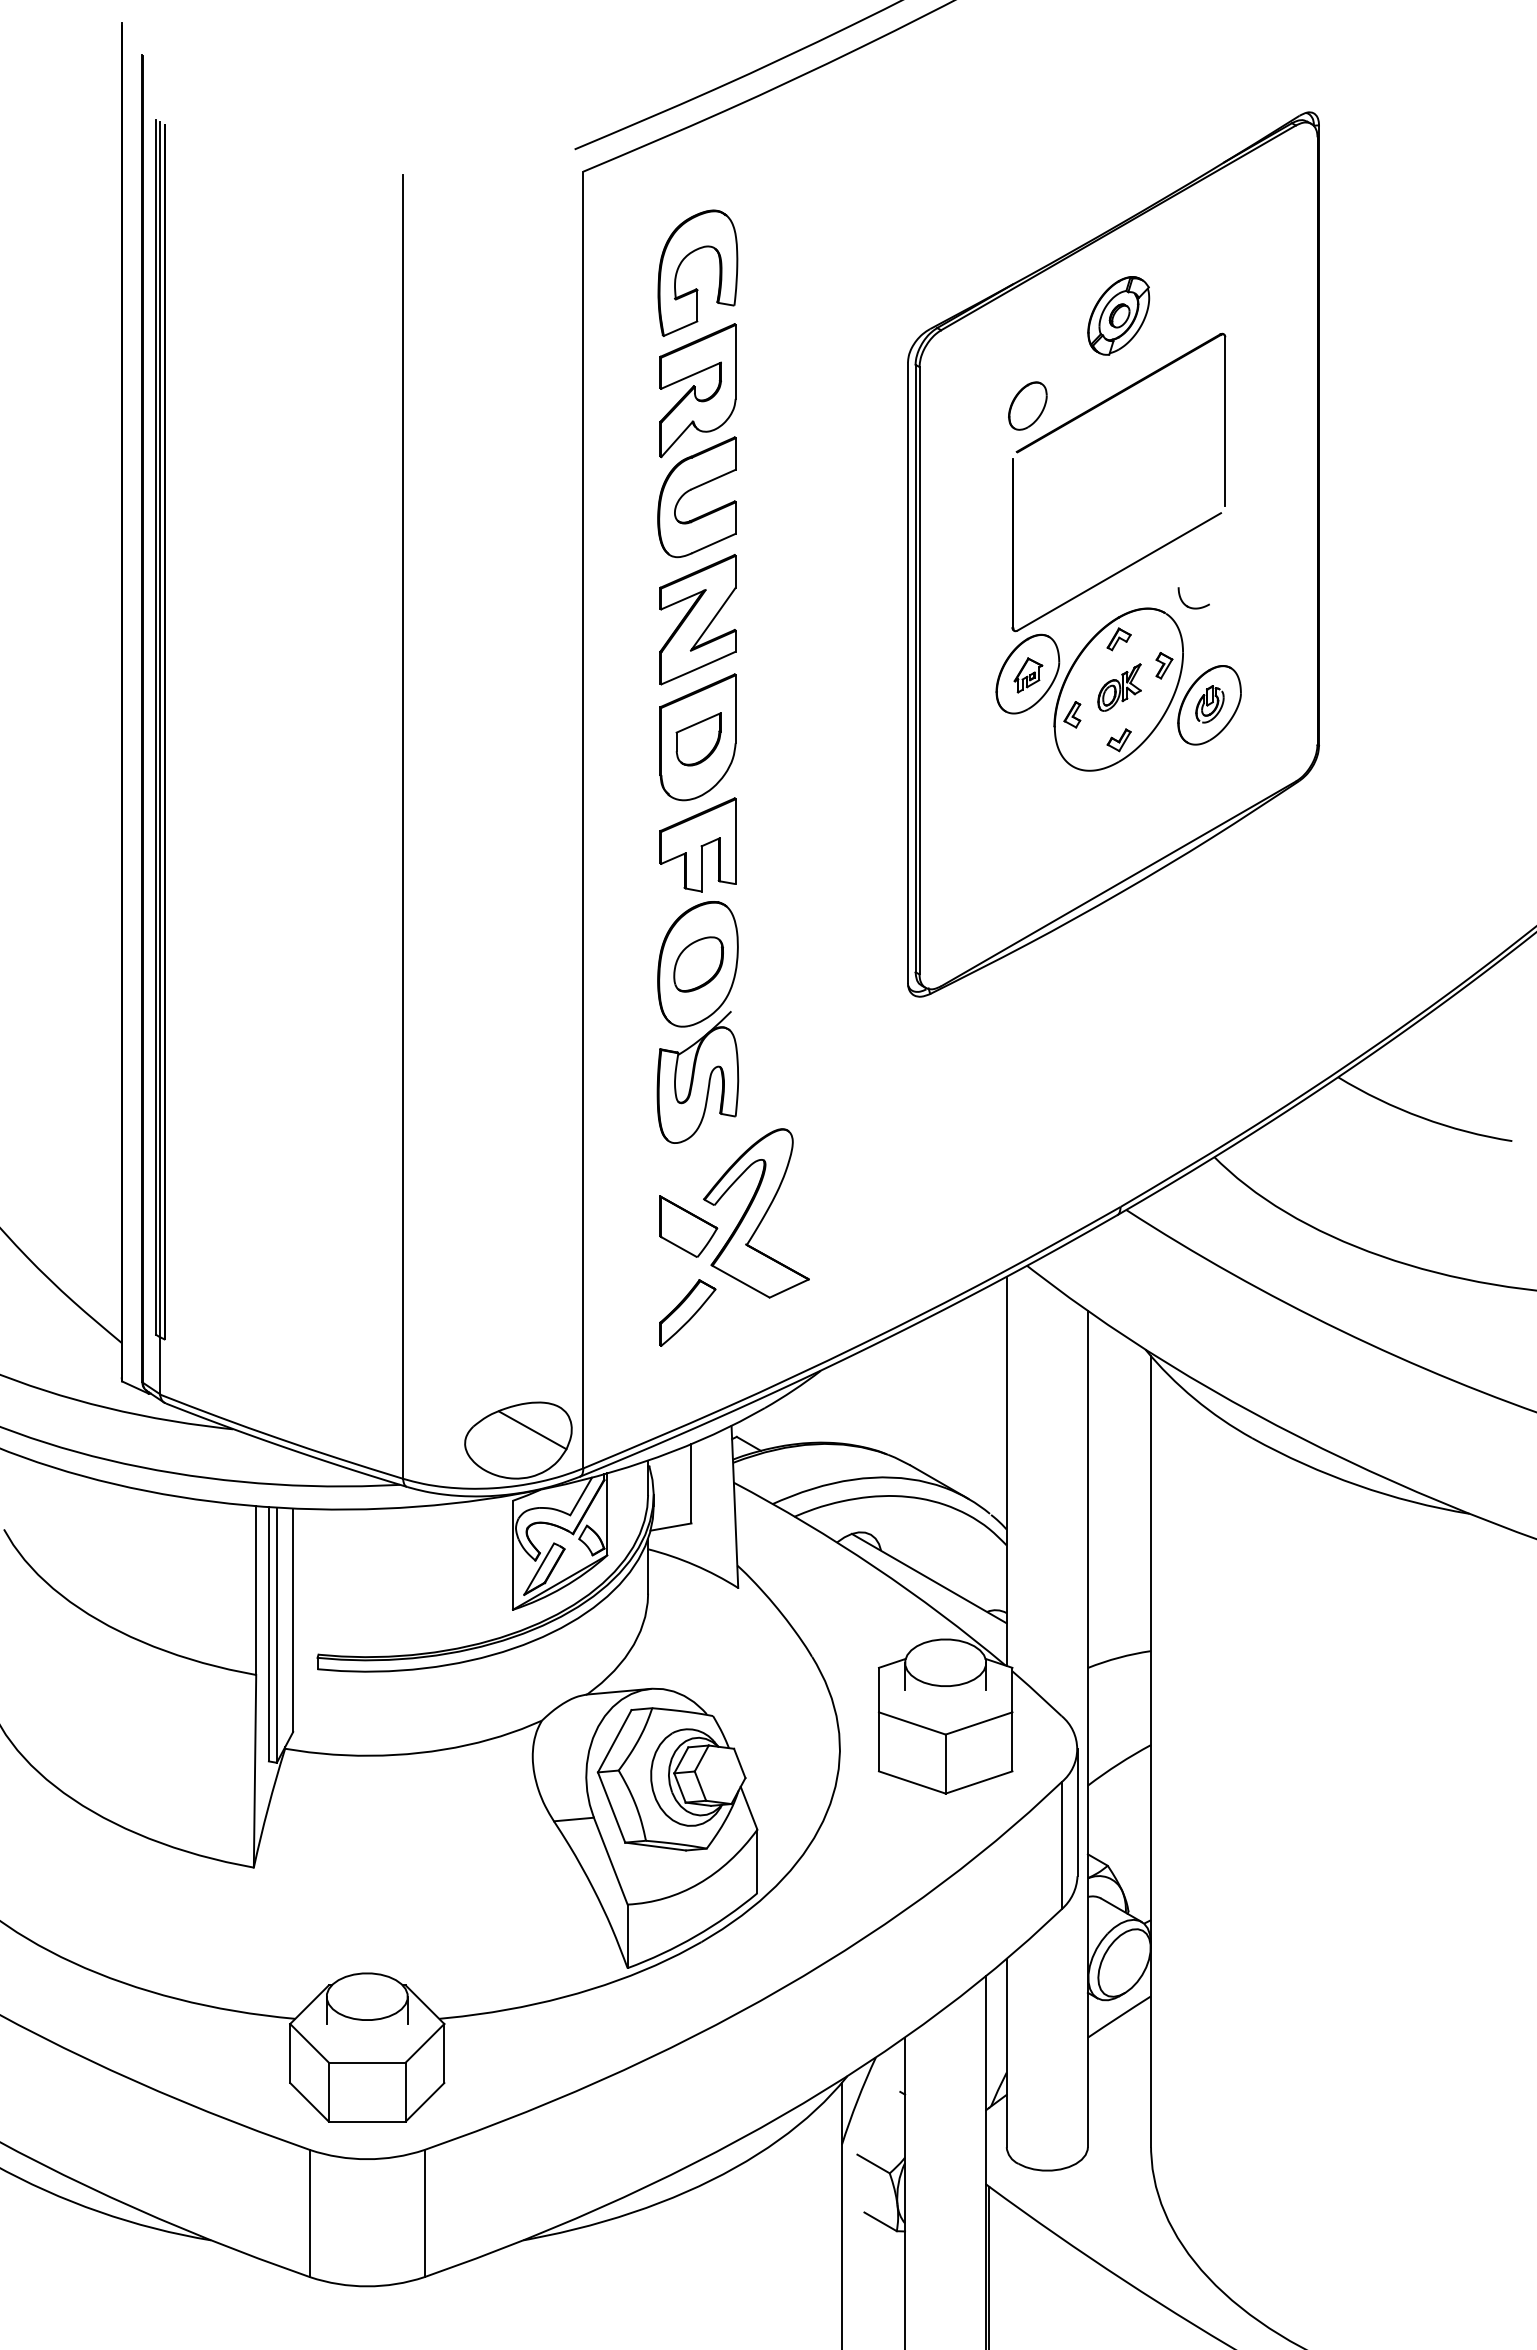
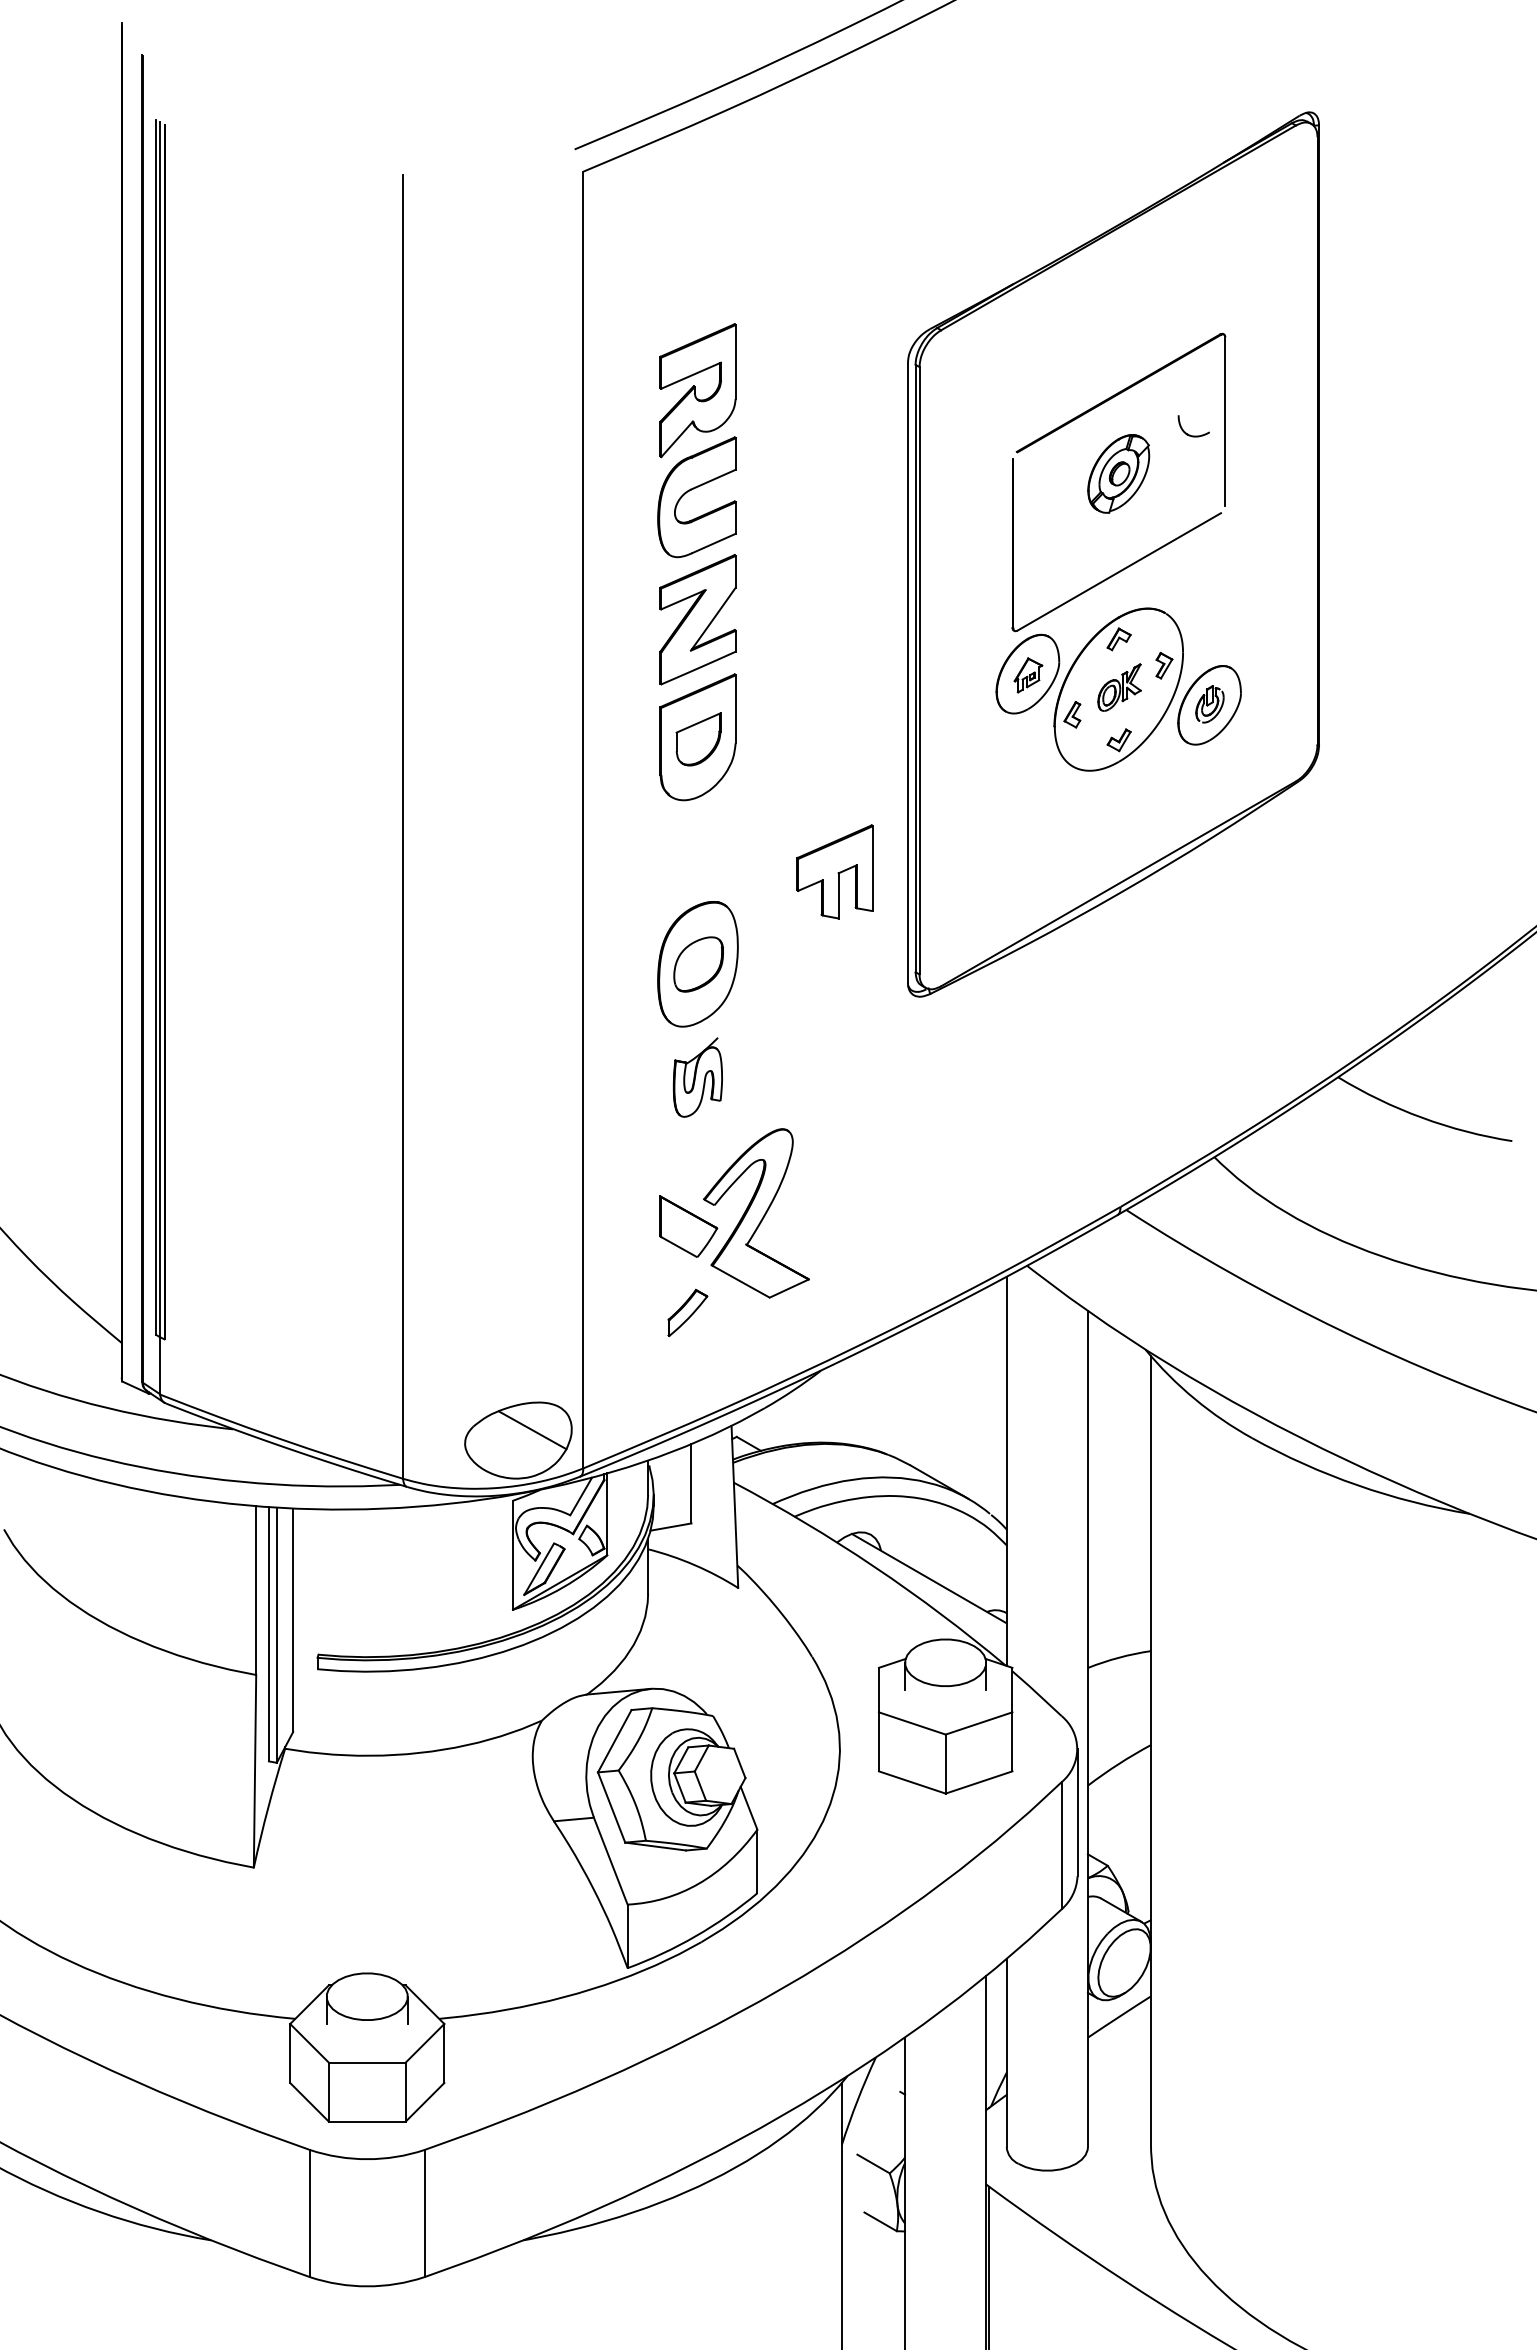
part at (697, 288): present -> none
part at (1118, 315) position: (1118, 315) -> (1118, 473)
part at (1027, 405): present -> none
part at (1190, 606) position: (1190, 606) -> (1190, 434)
part at (697, 844) position: (697, 844) -> (834, 871)
part at (697, 1077) size: 84x133 px -> 51x81 px
part at (687, 1312) size: 58x68 px -> 42x49 px
